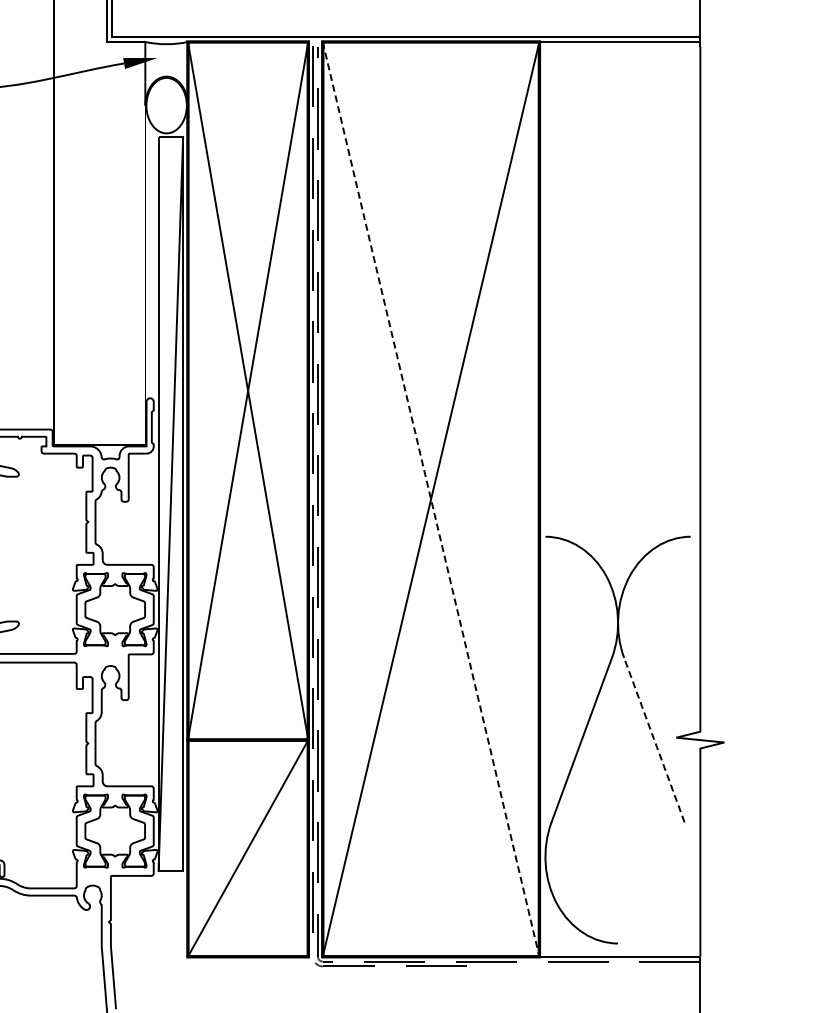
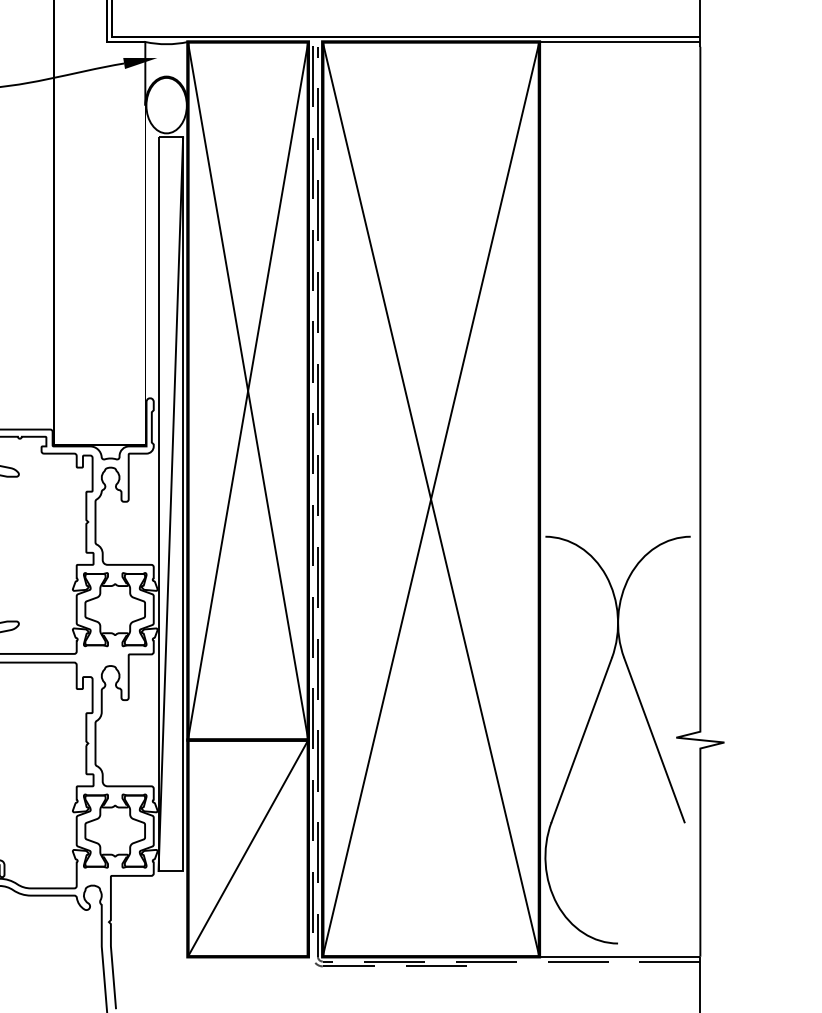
line at (431, 499): dashed -> solid
line at (654, 740): dashed -> solid
